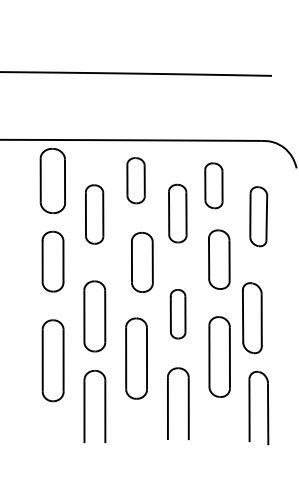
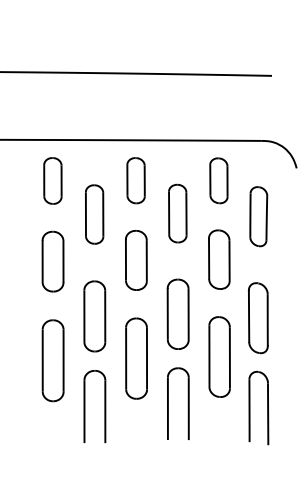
part at (52, 180) size: 27x66 px -> 20x48 px
part at (213, 185) position: (213, 185) -> (218, 180)
part at (142, 262) position: (142, 262) -> (136, 260)
part at (177, 314) size: 18x51 px -> 24x72 px
part at (252, 318) position: (252, 318) -> (258, 318)
